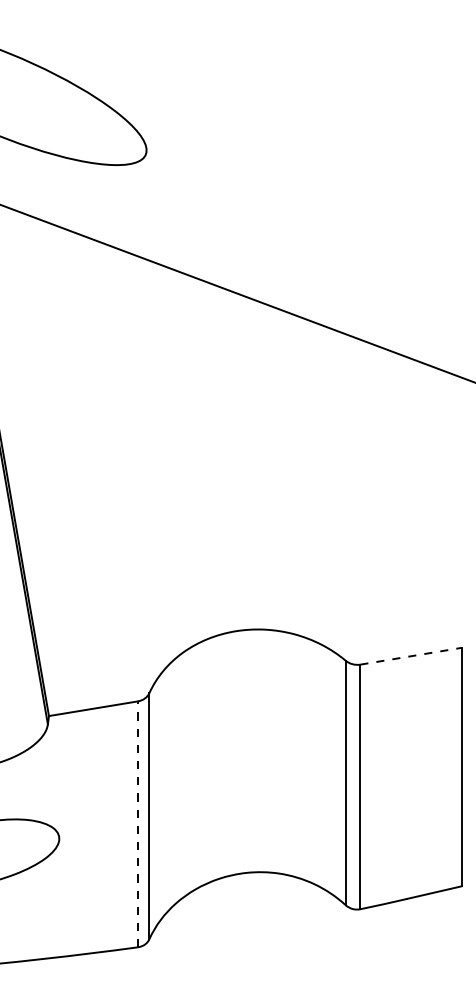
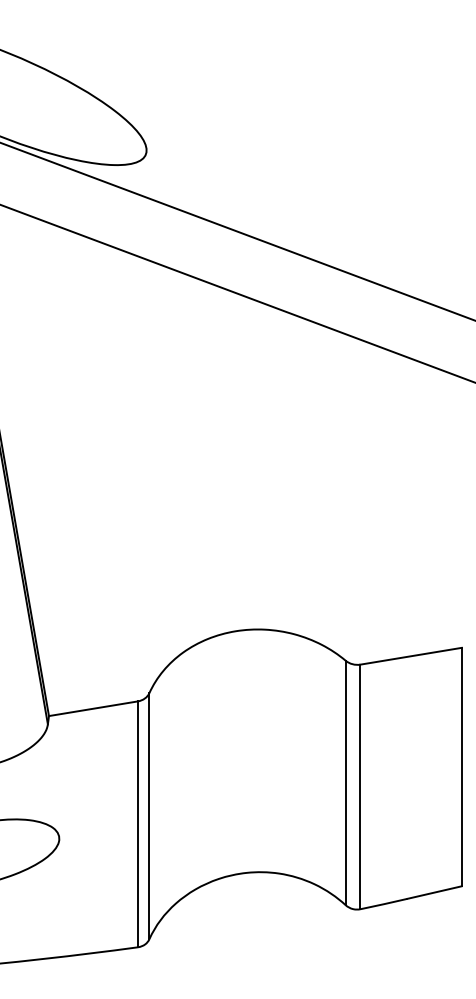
line at (237, 231): none -> present
line at (411, 656): dashed -> solid
line at (137, 824): dashed -> solid
